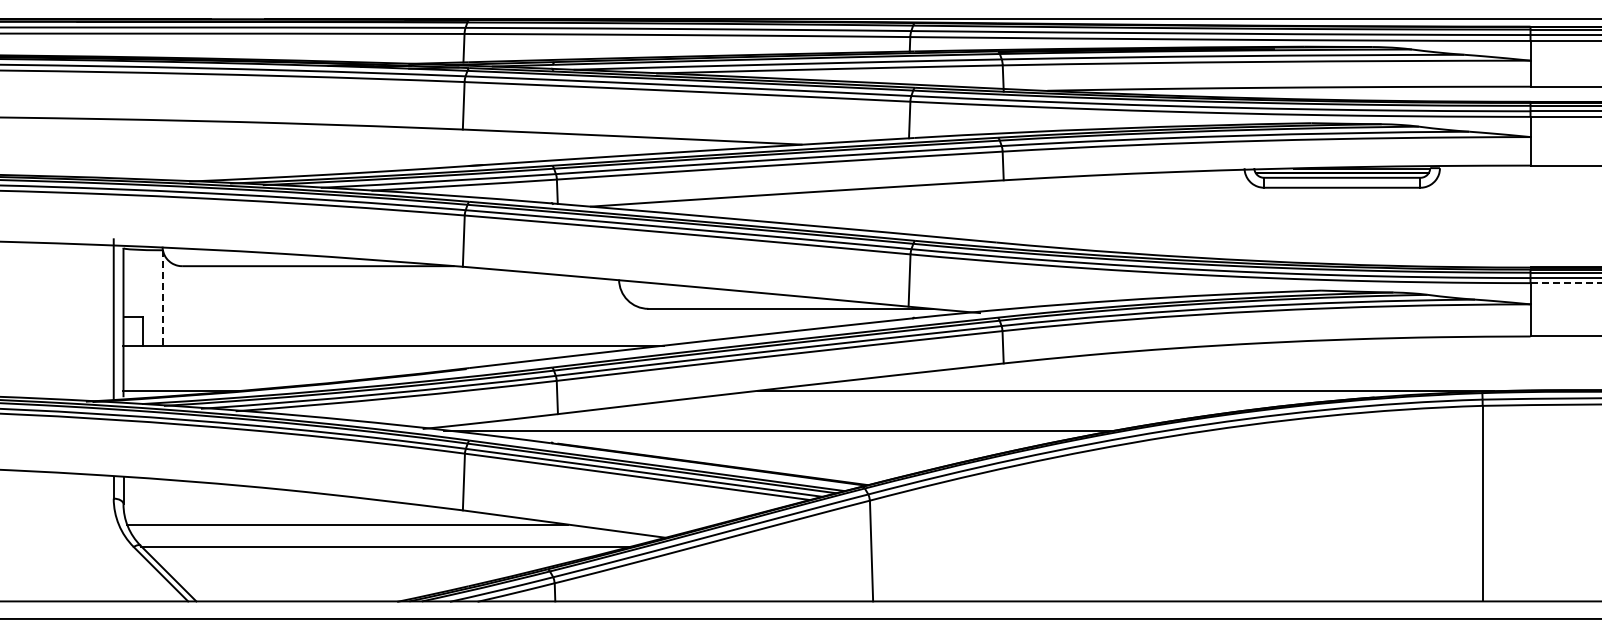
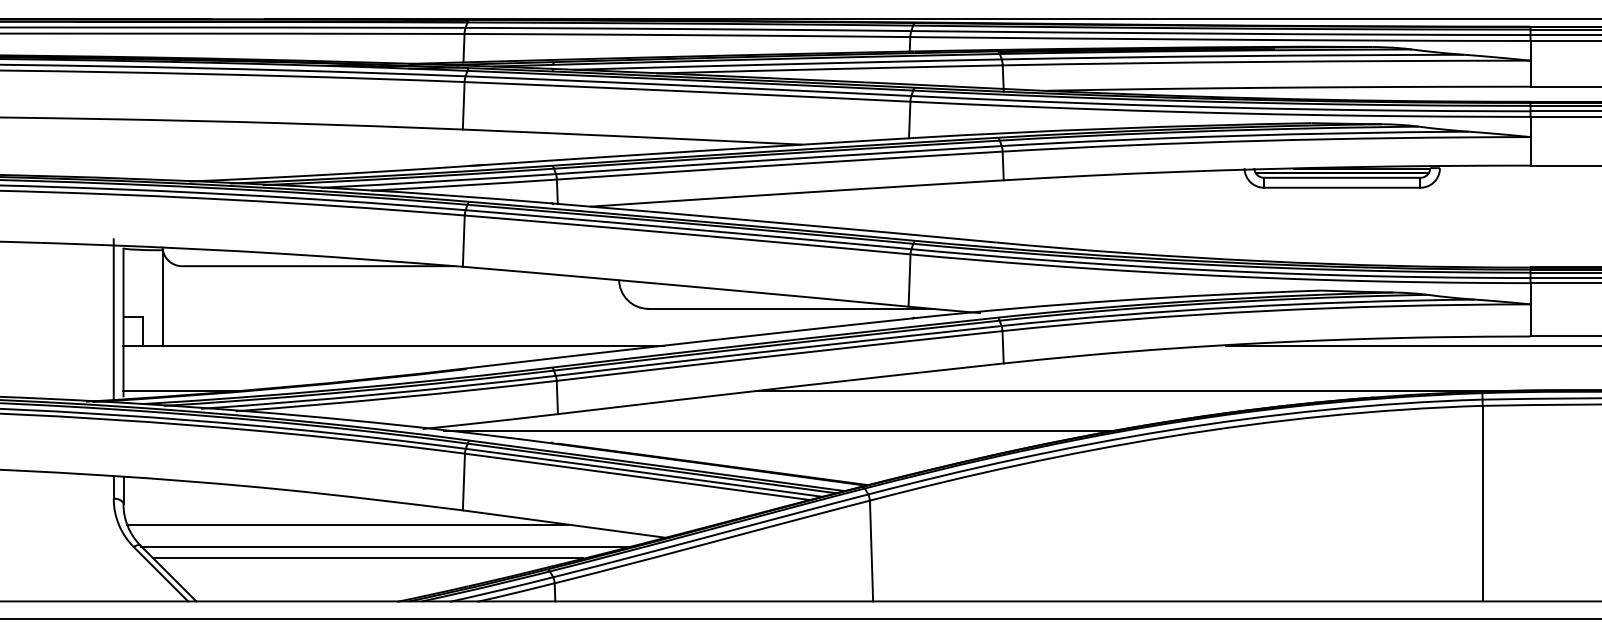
line at (1566, 283): dashed -> solid
line at (162, 298): dashed -> solid
line at (1411, 345): none -> present
line at (368, 558): none -> present
